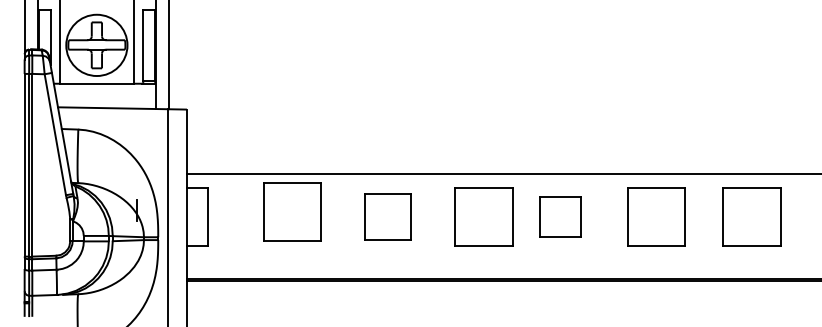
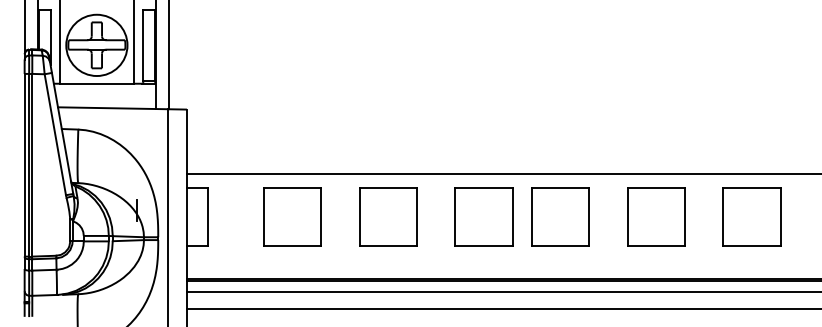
part at (292, 211) position: (292, 211) -> (292, 216)
part at (387, 216) size: 48x48 px -> 59x60 px
part at (560, 216) size: 43x42 px -> 59x60 px
line at (502, 291): none -> present
line at (502, 308): none -> present
